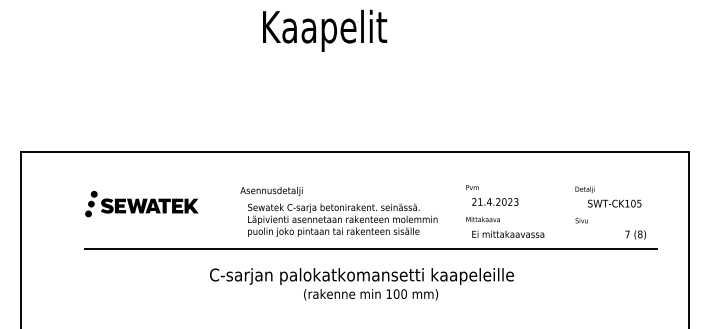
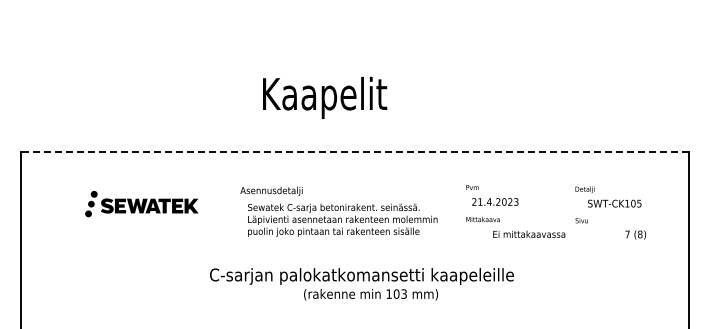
text at (325, 30) position: (325, 30) -> (325, 97)
line at (355, 151): solid -> dashed
text at (508, 233) position: (508, 233) -> (529, 233)
line at (370, 248): present -> none
text at (404, 293): 100 -> 103
